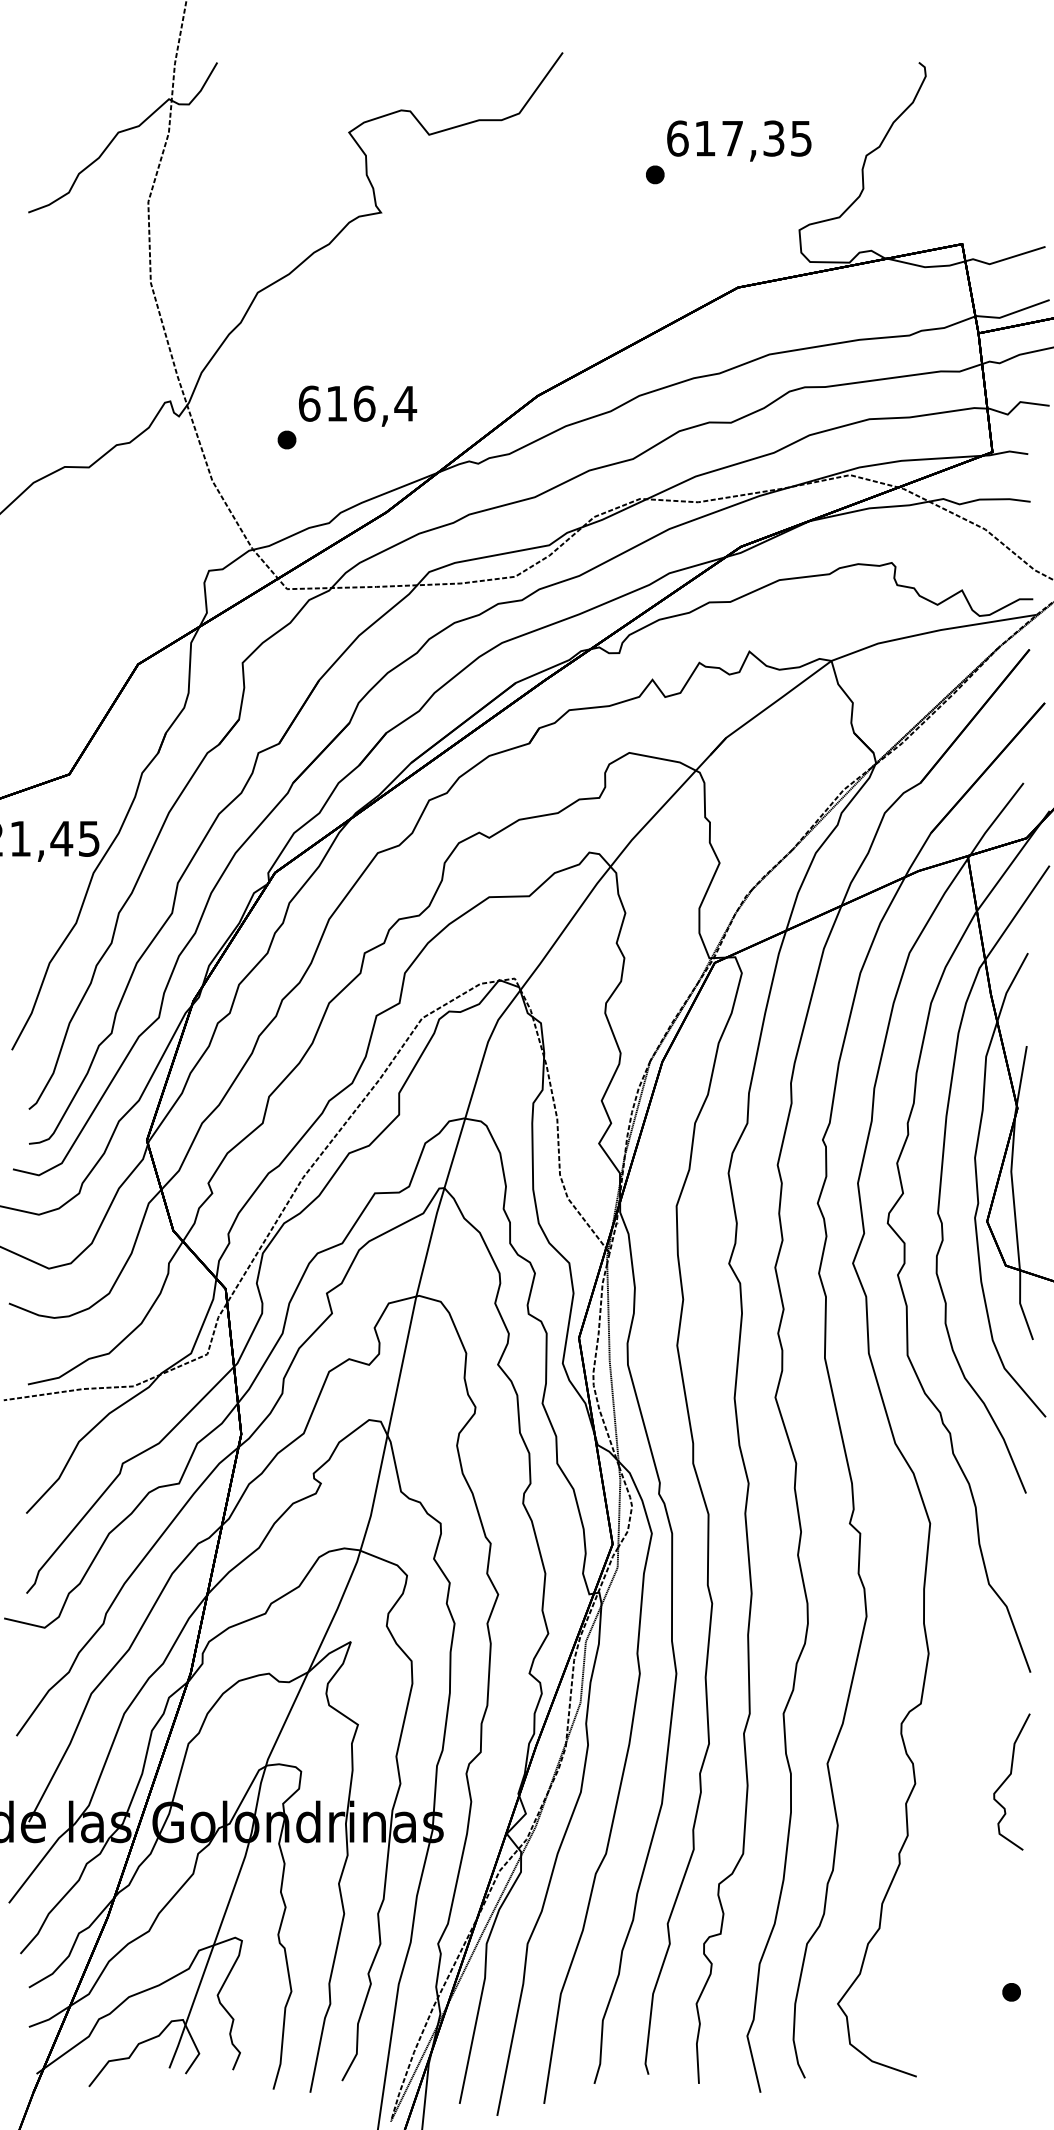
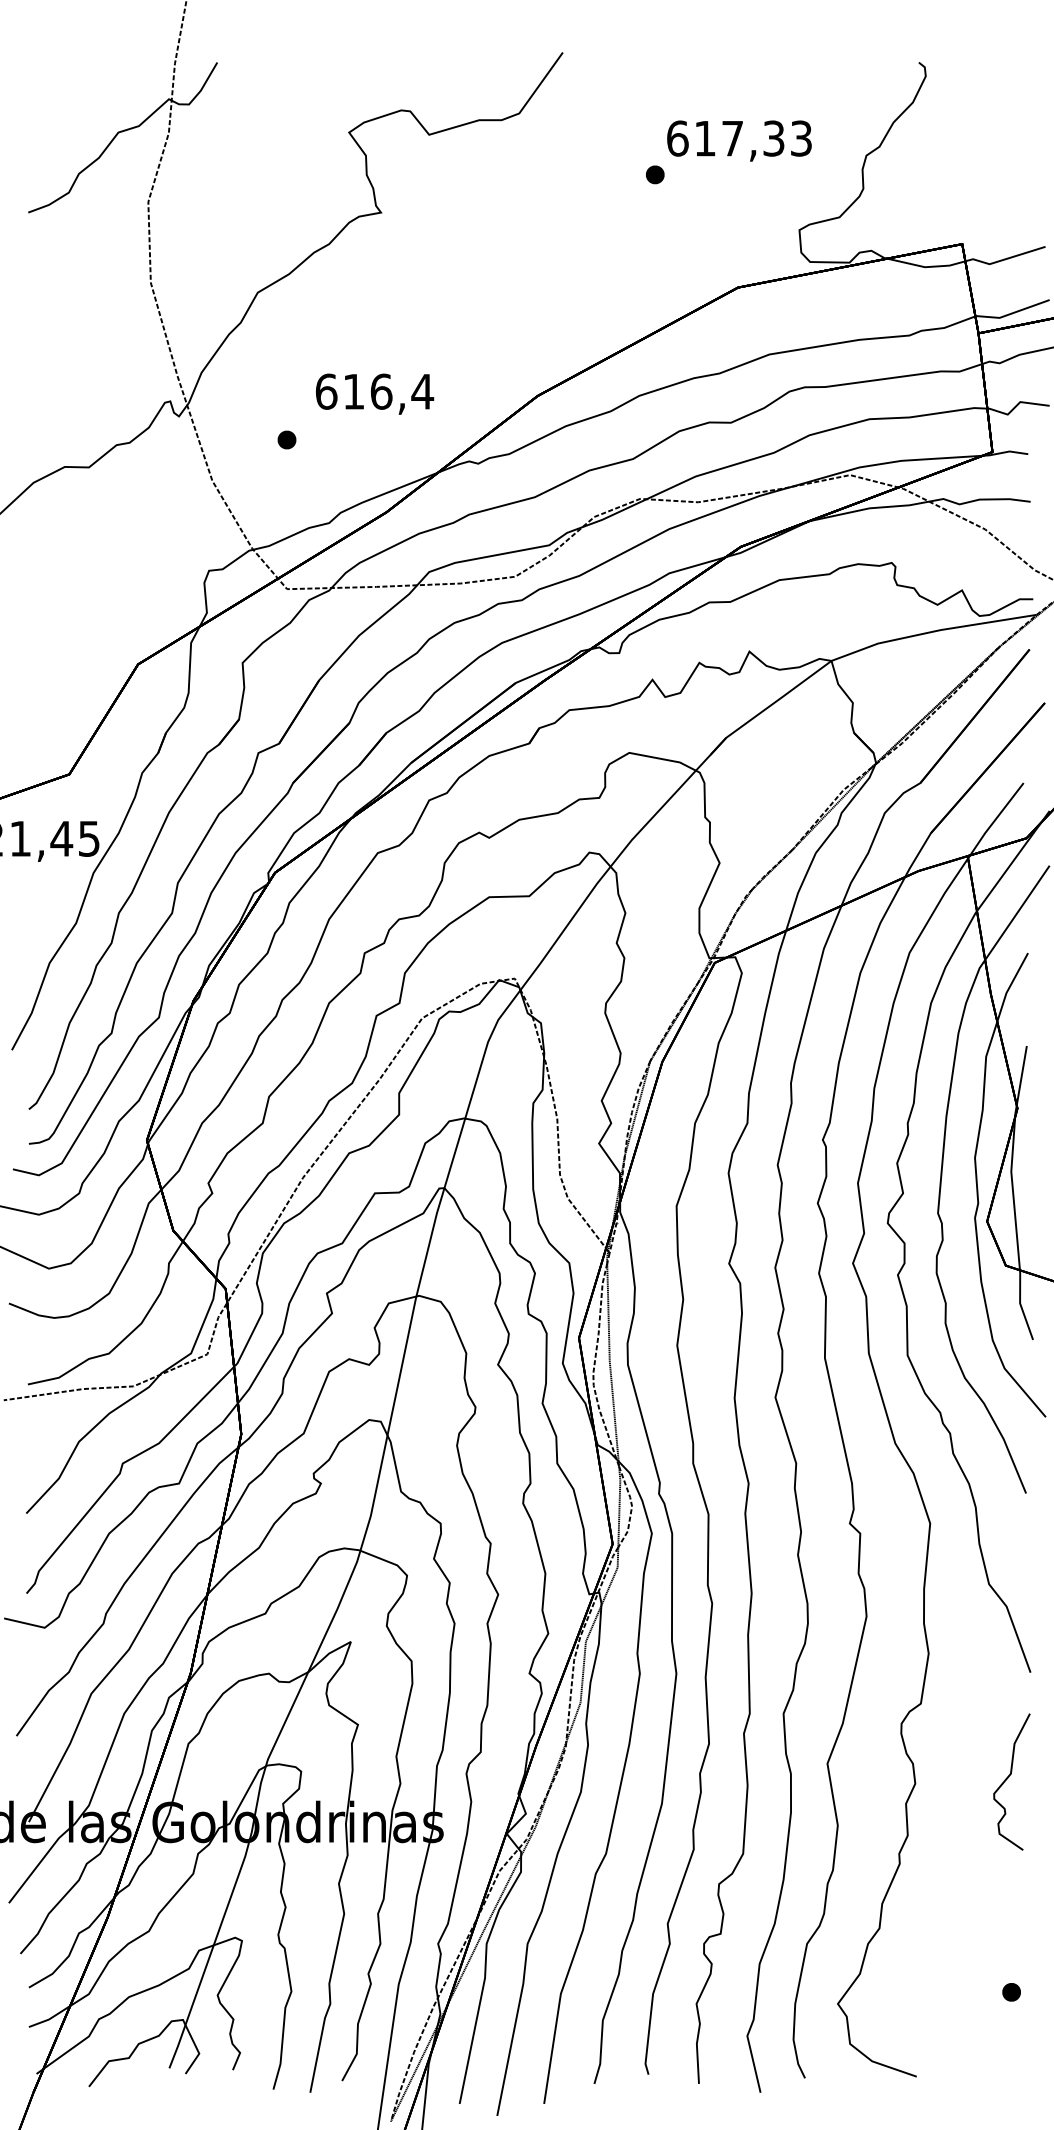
text at (801, 138): 617,35 -> 617,33
text at (358, 405) position: (358, 405) -> (375, 393)
